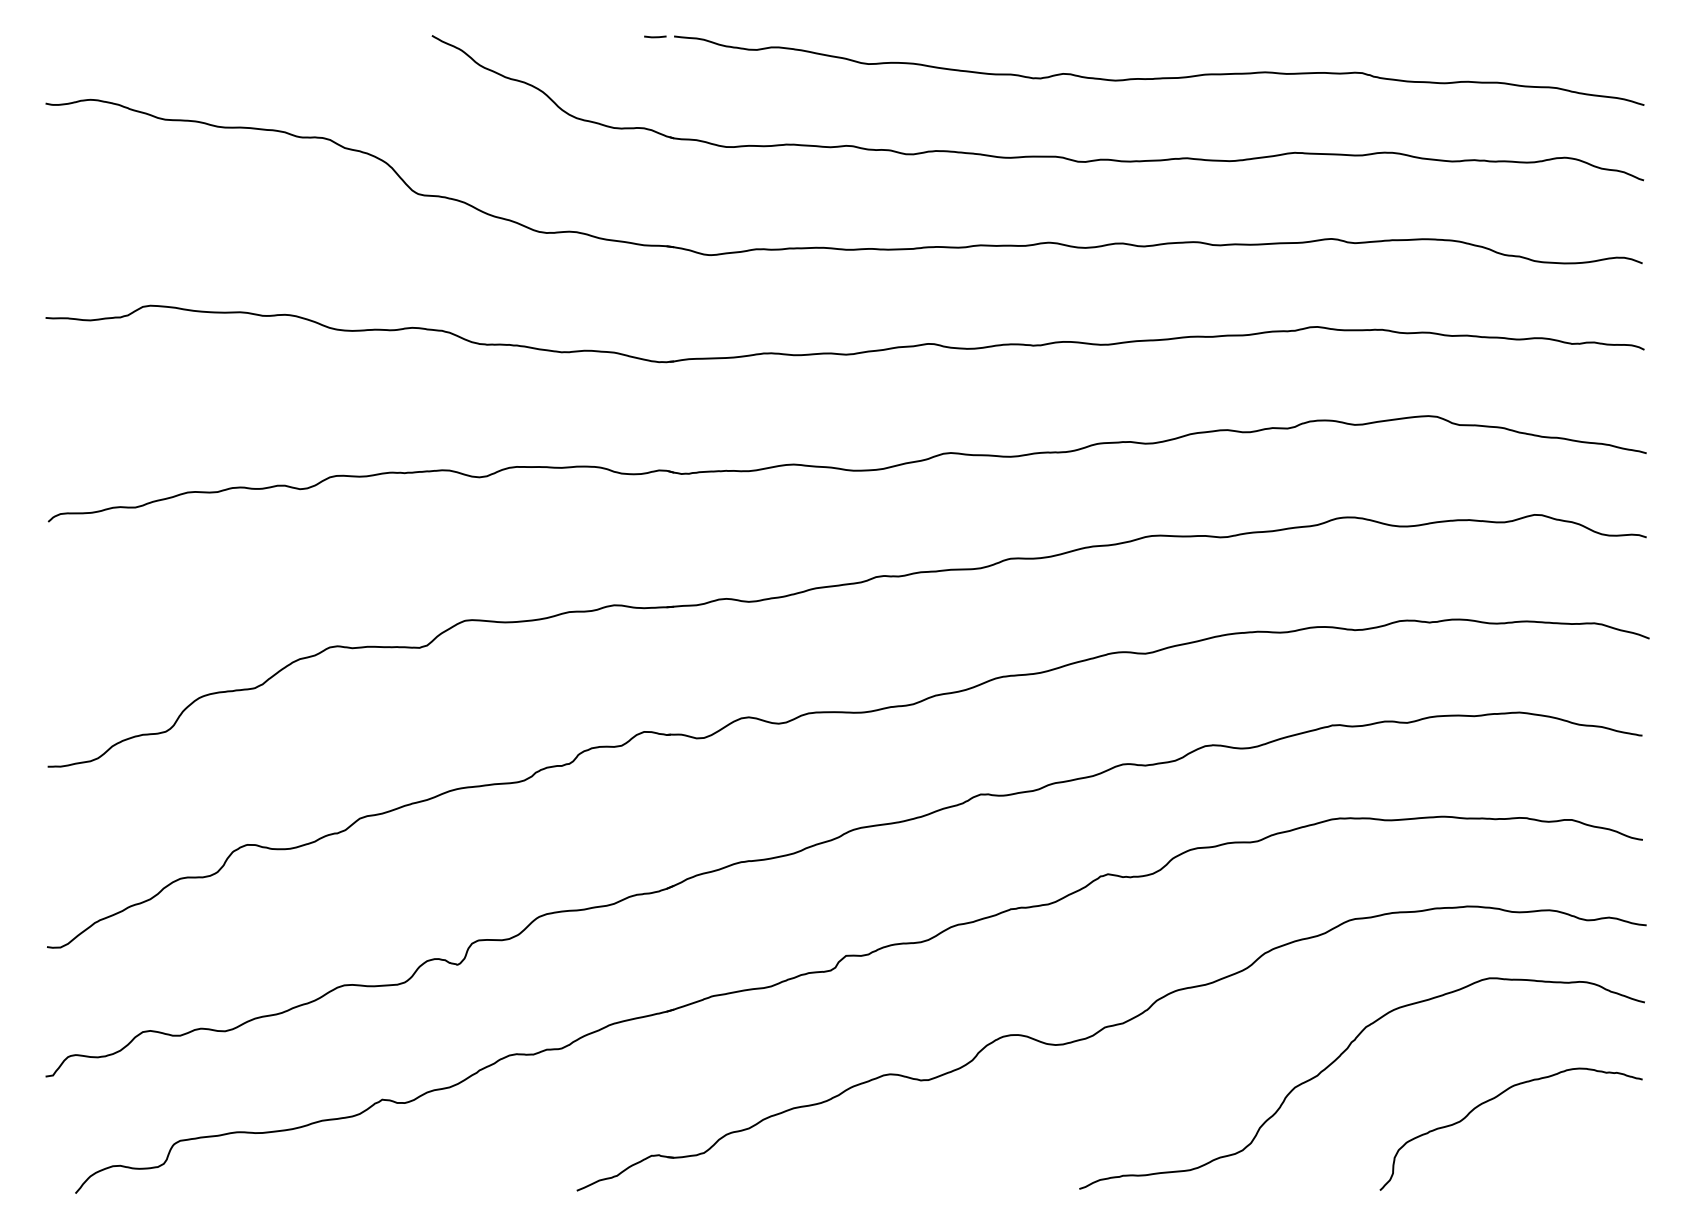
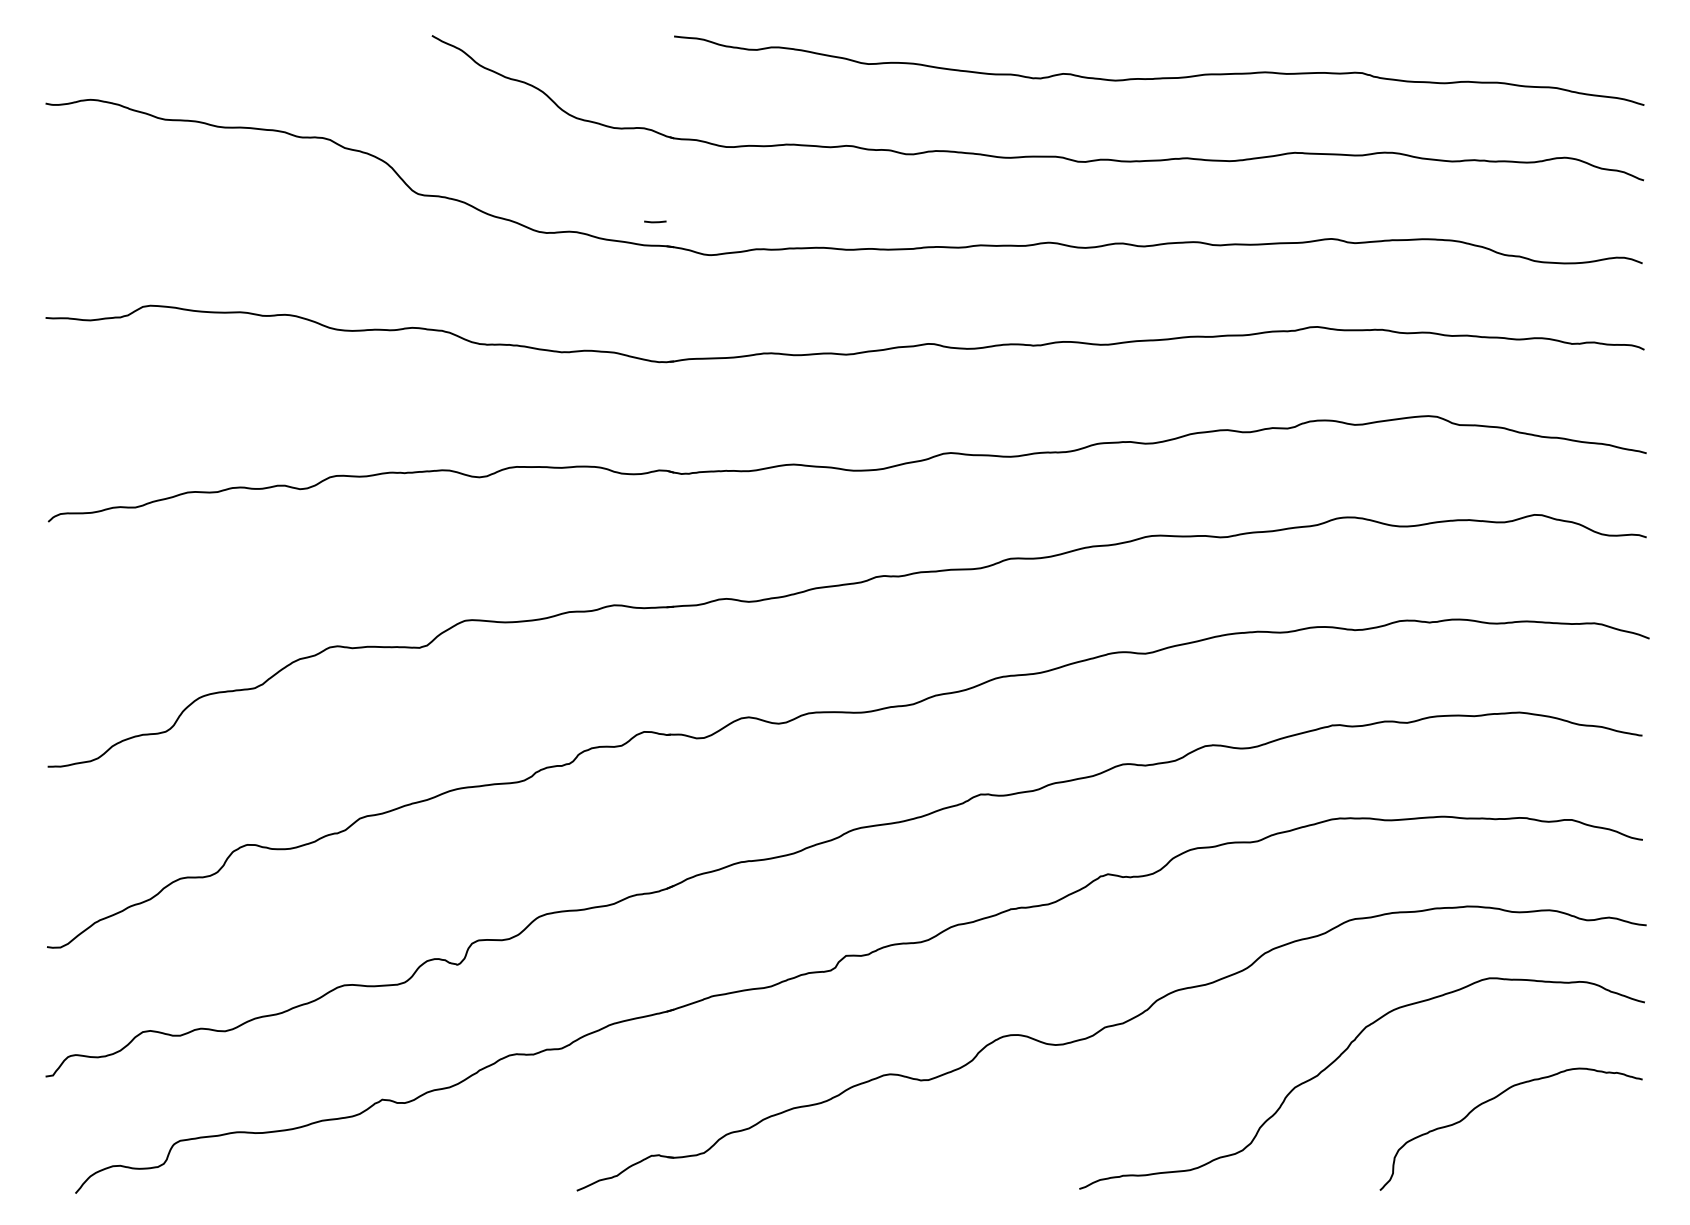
line at (655, 36) position: (655, 36) -> (655, 221)
